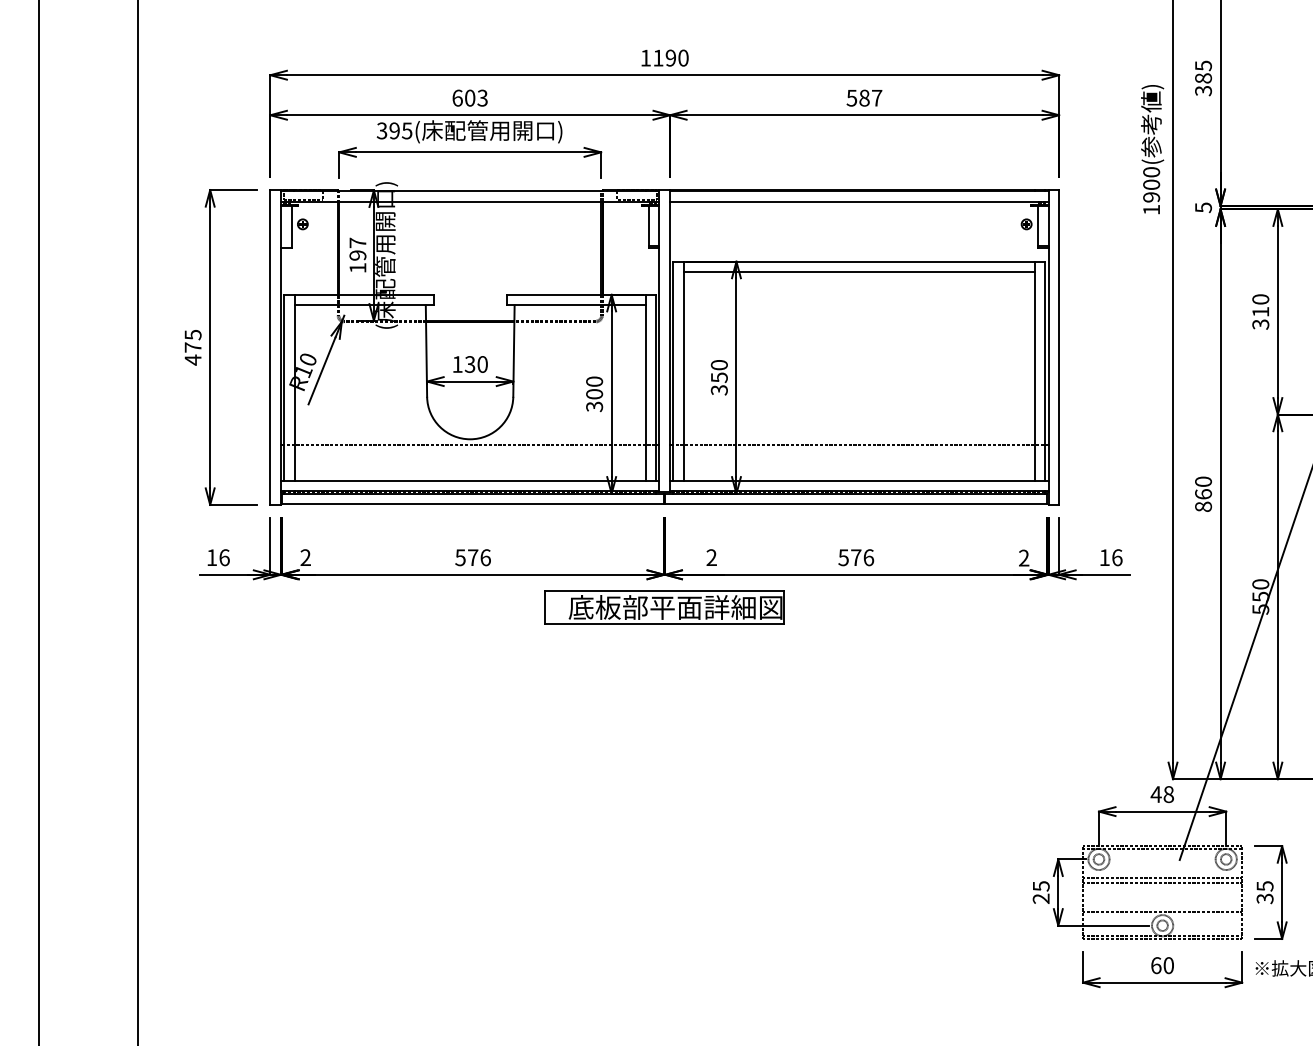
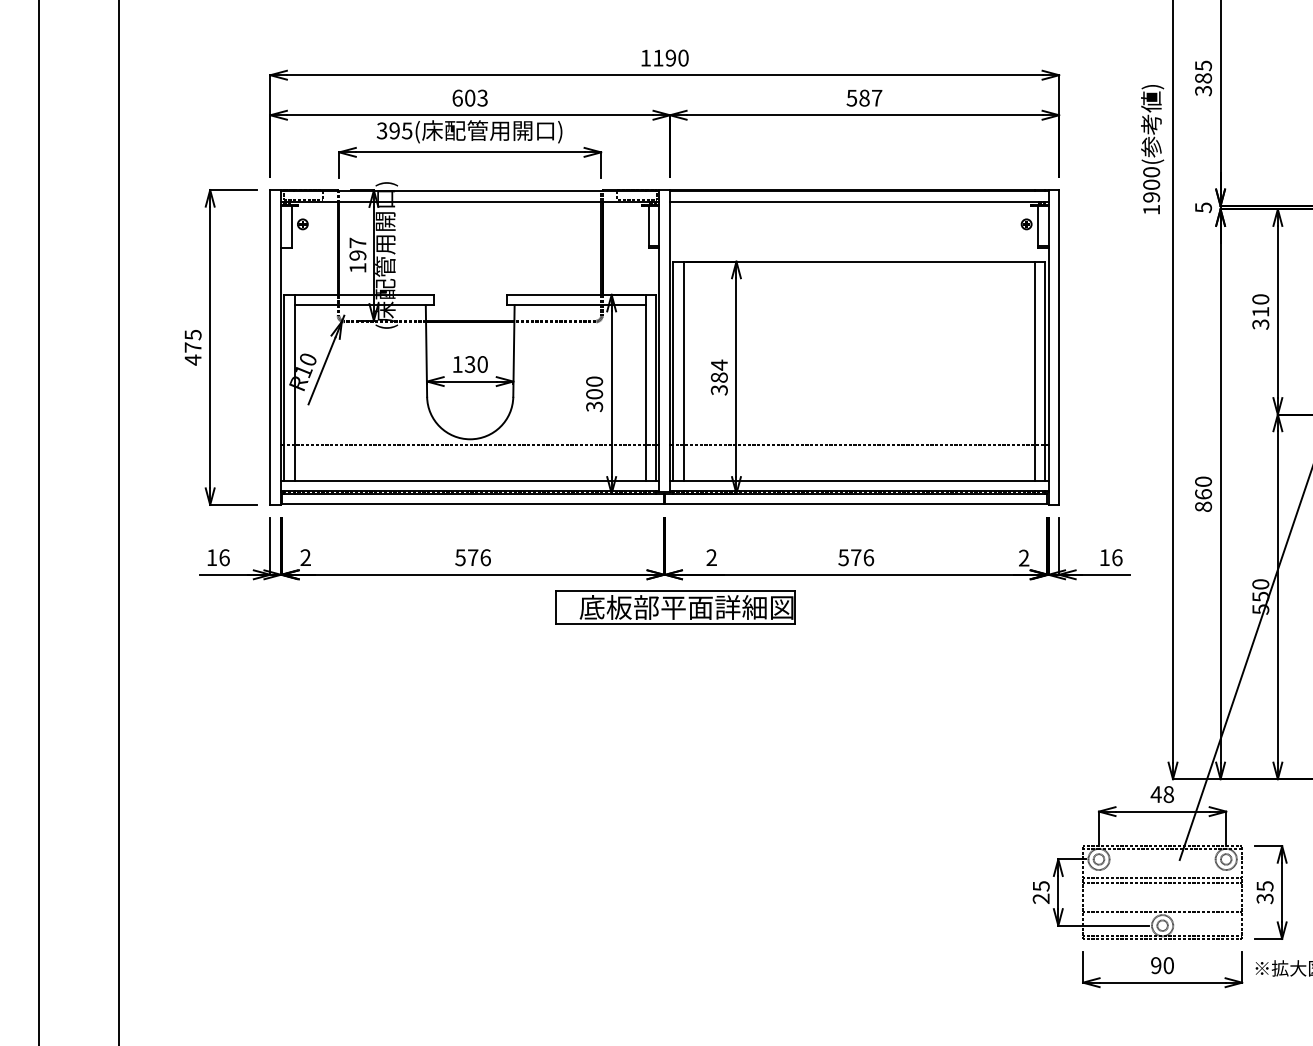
line at (858, 272): present -> none
text at (718, 371): 350 -> 384
line at (137, 522) position: (137, 522) -> (118, 522)
part at (664, 607) position: (664, 607) -> (675, 607)
text at (1156, 965): 60 -> 90
